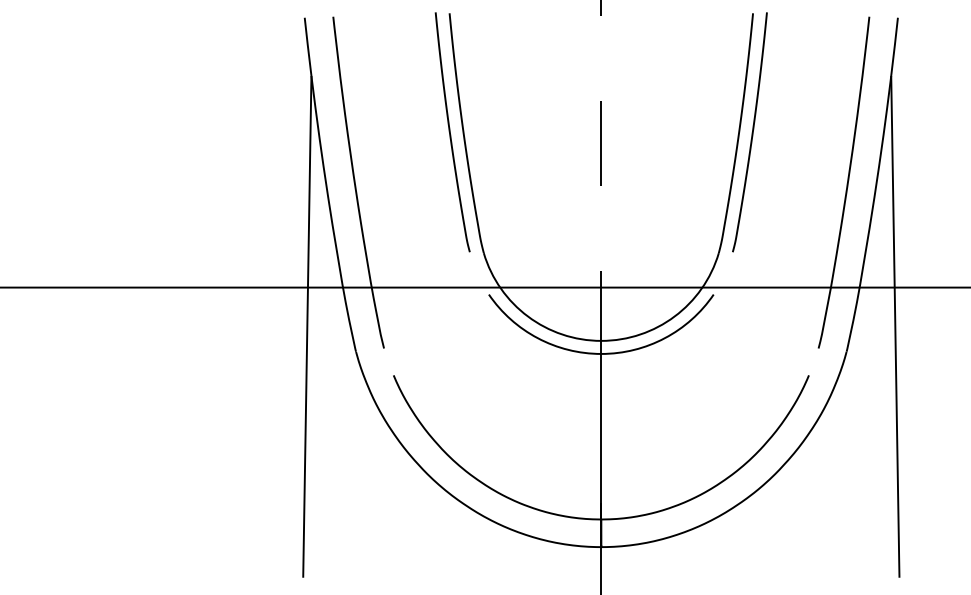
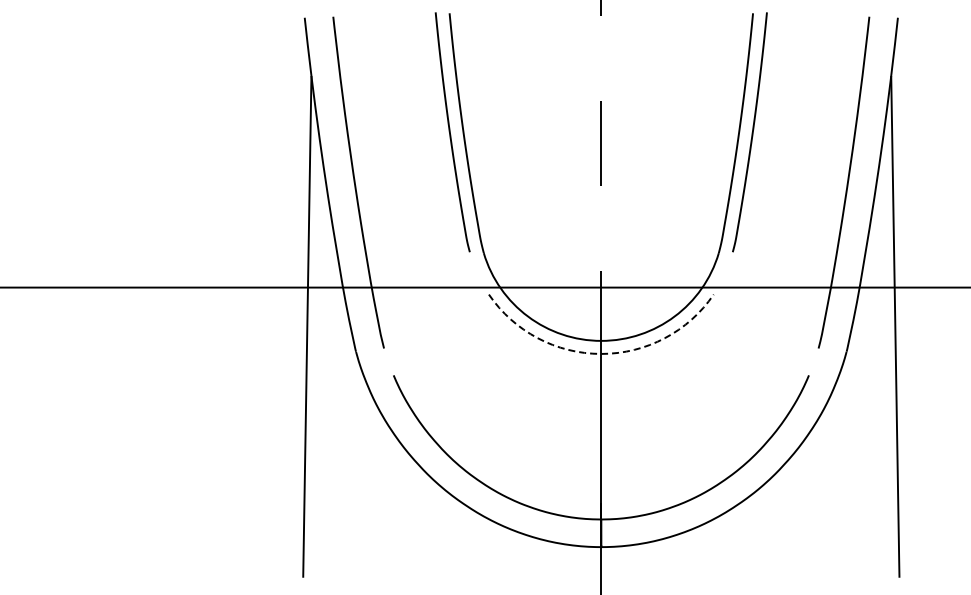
arc at (601, 353): solid -> dashed
